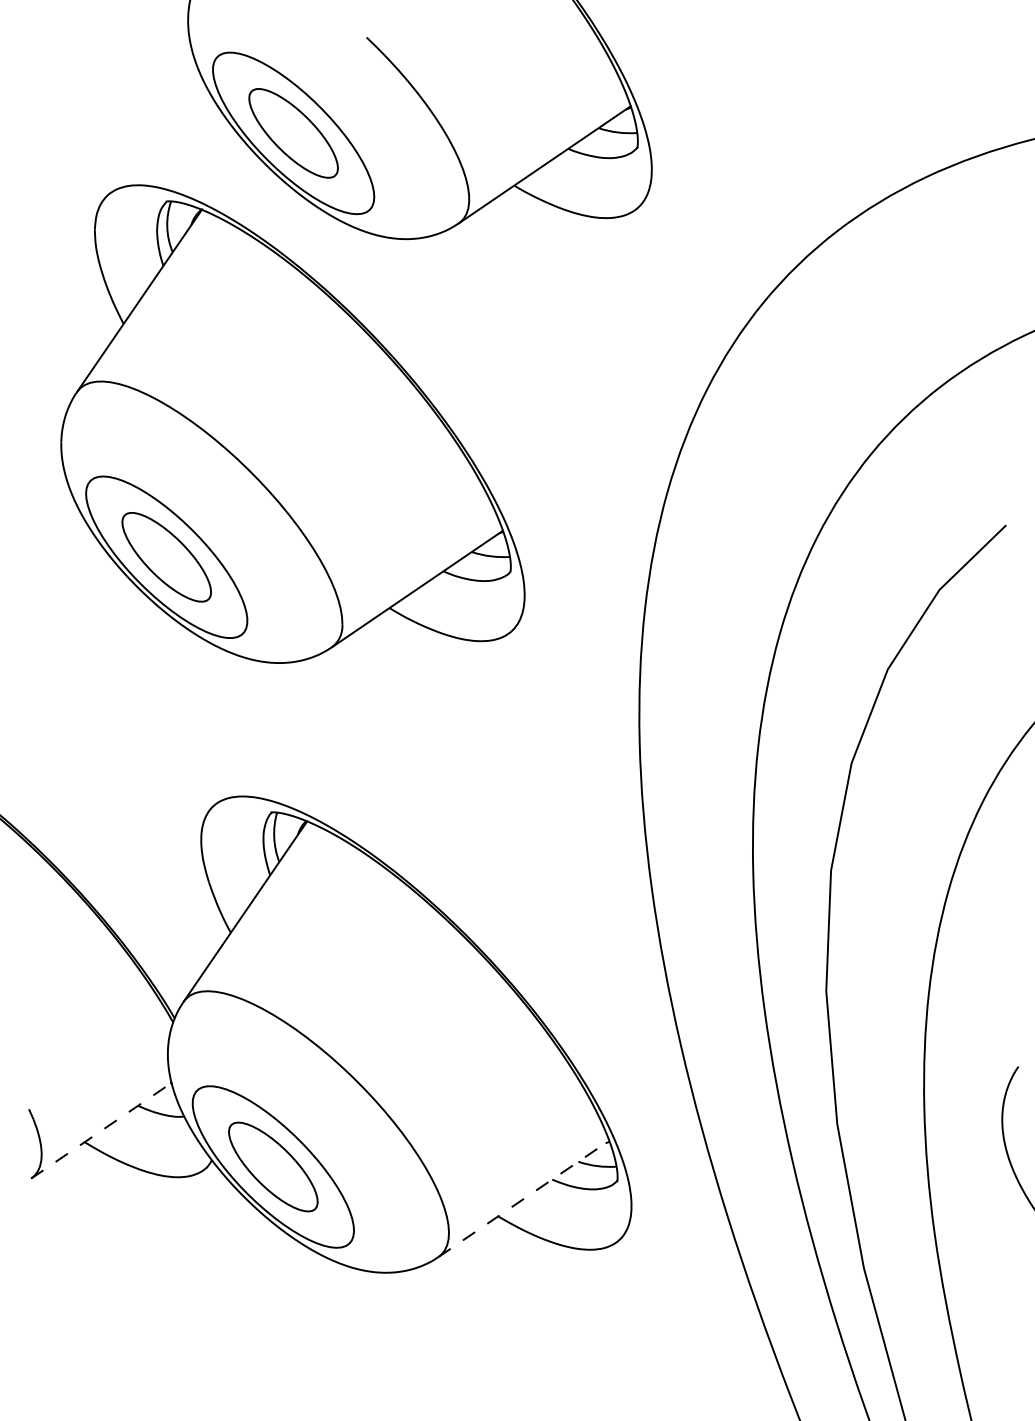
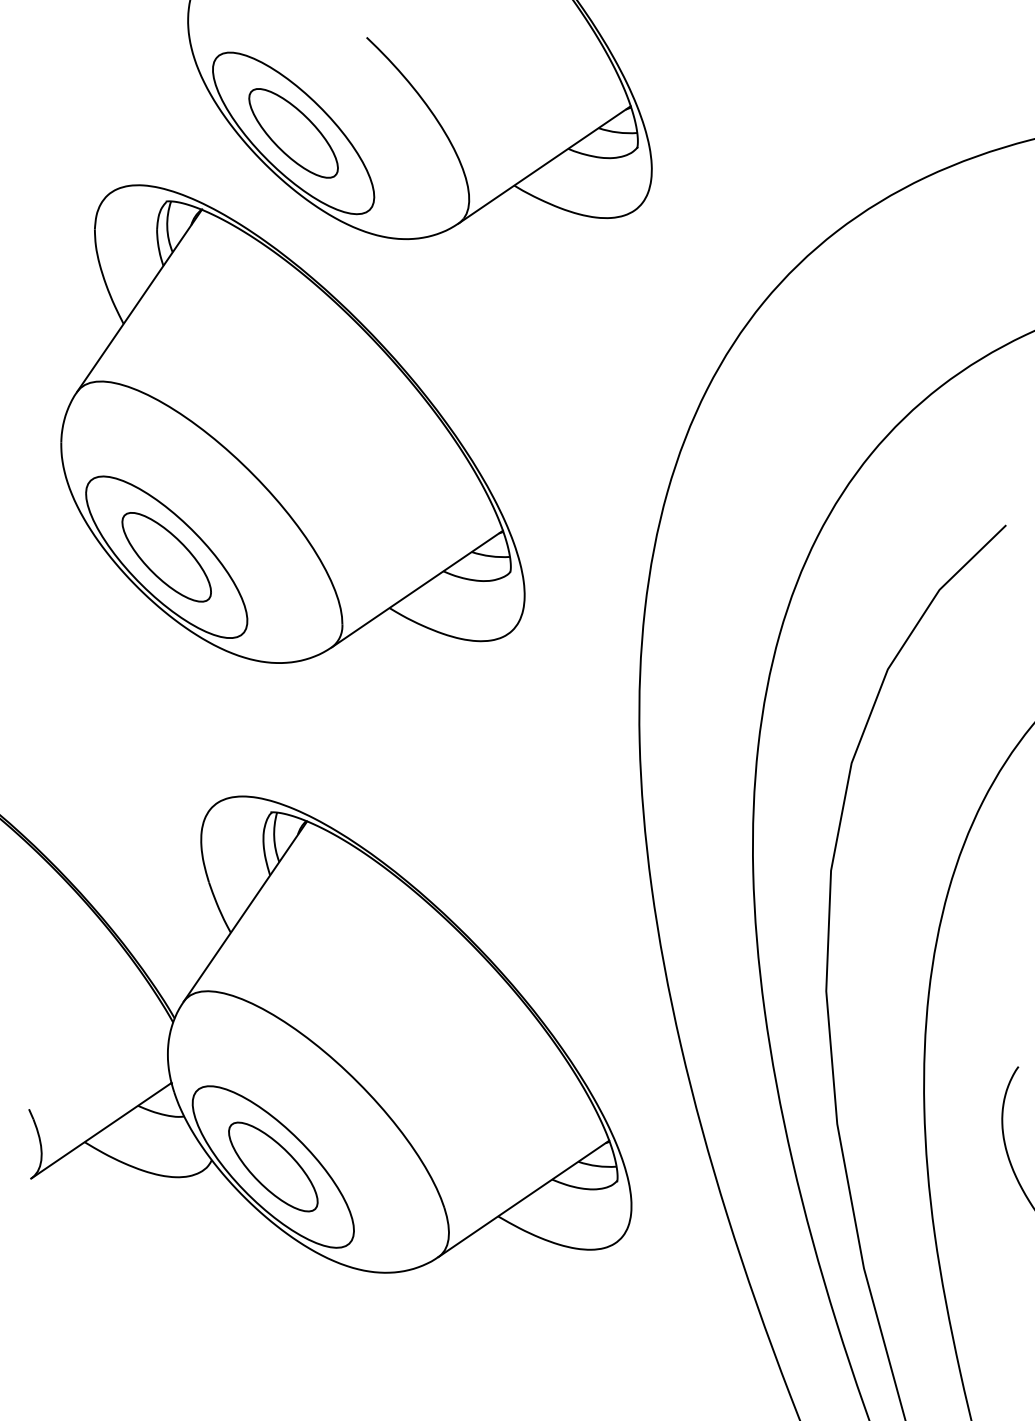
line at (101, 1130): dashed -> solid
line at (524, 1198): dashed -> solid
